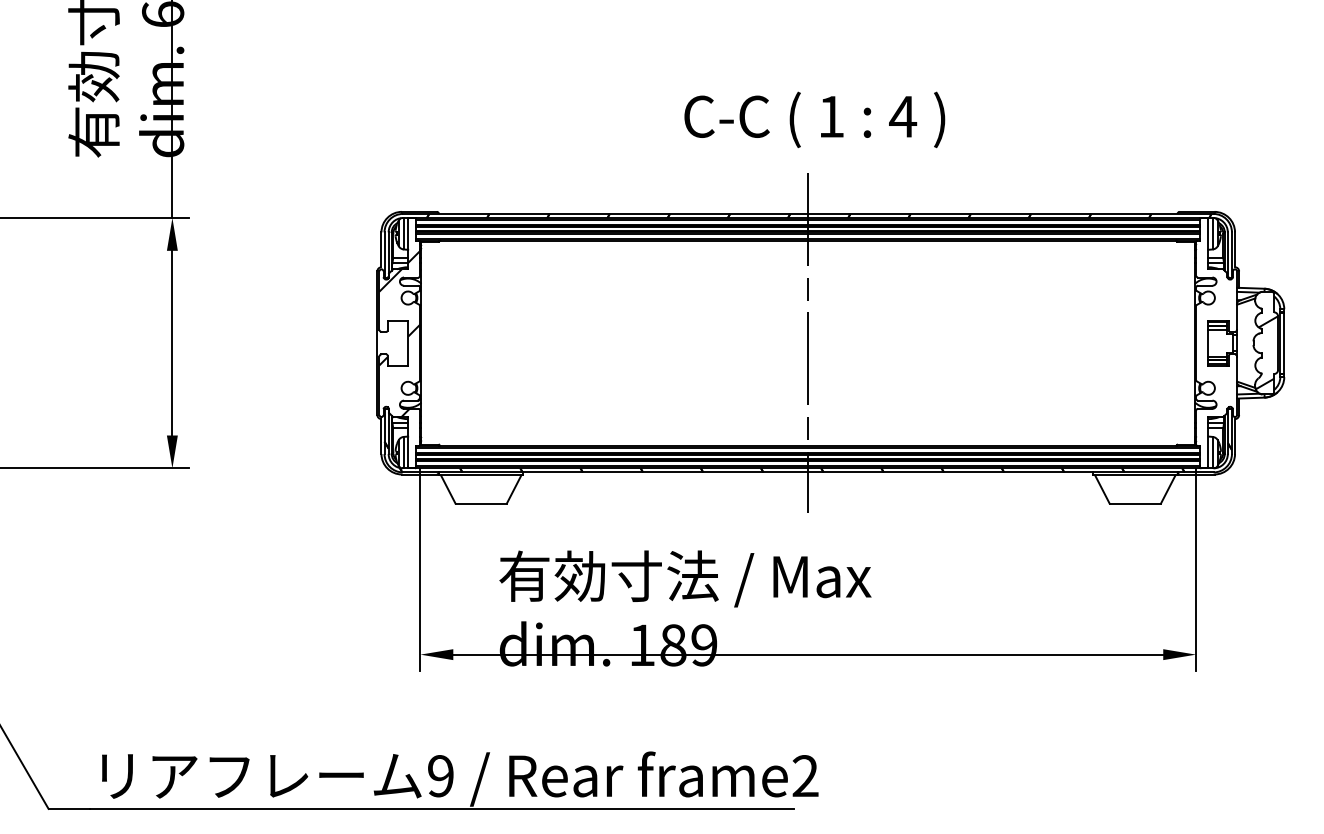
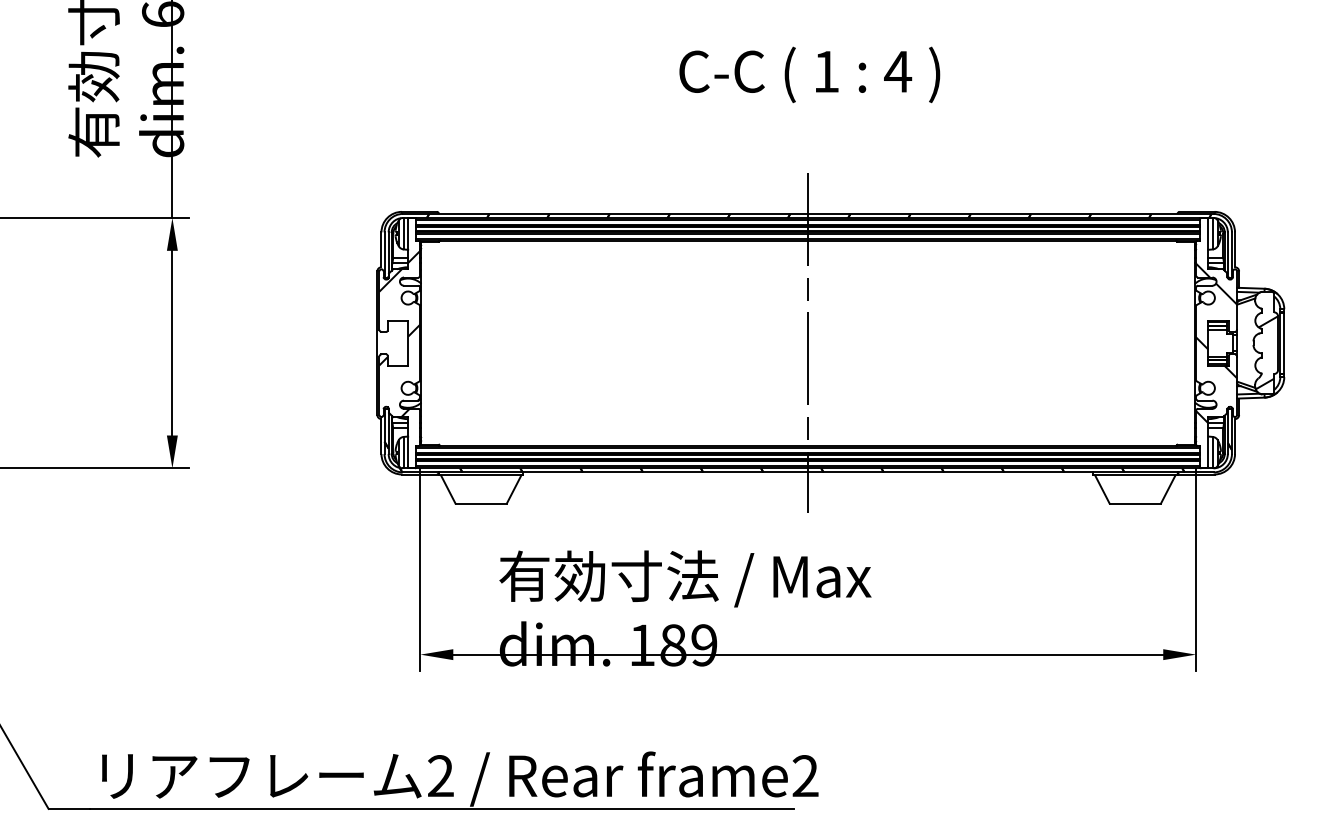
text at (814, 119) position: (814, 119) -> (809, 74)
hatch at (1216, 343): none -> present
text at (440, 776): 9 -> 2
